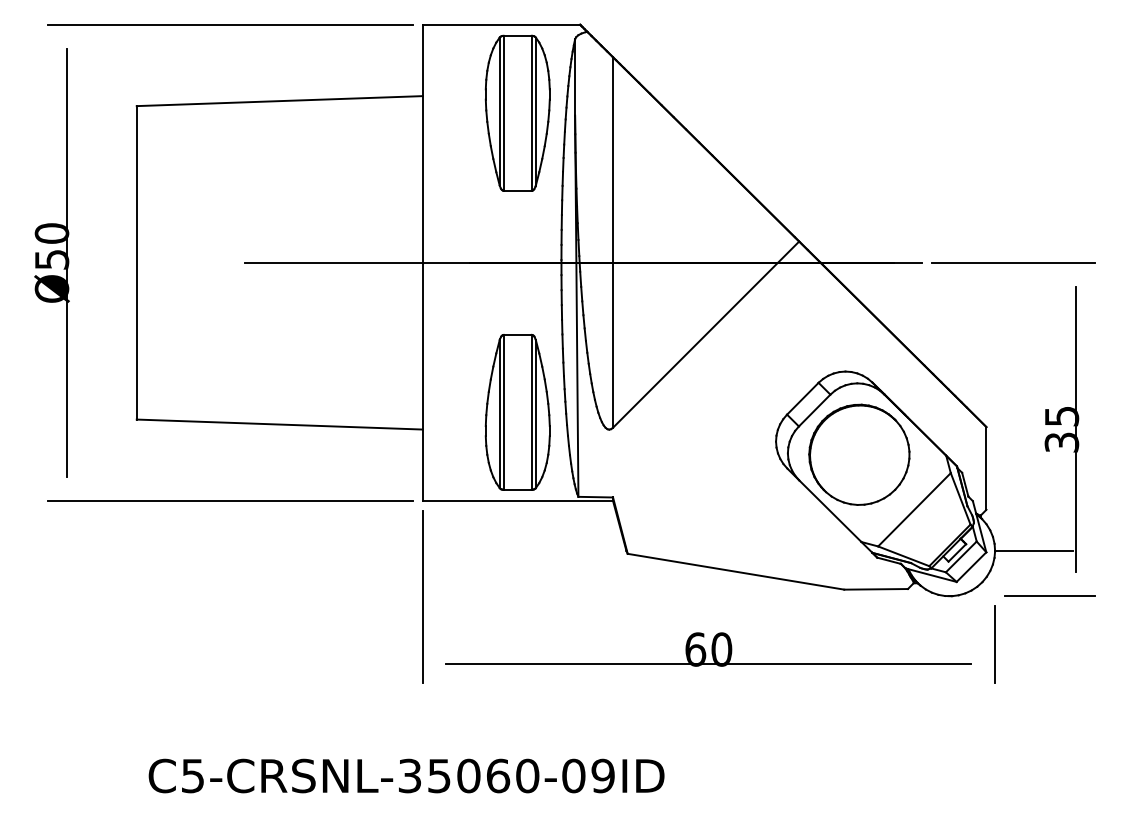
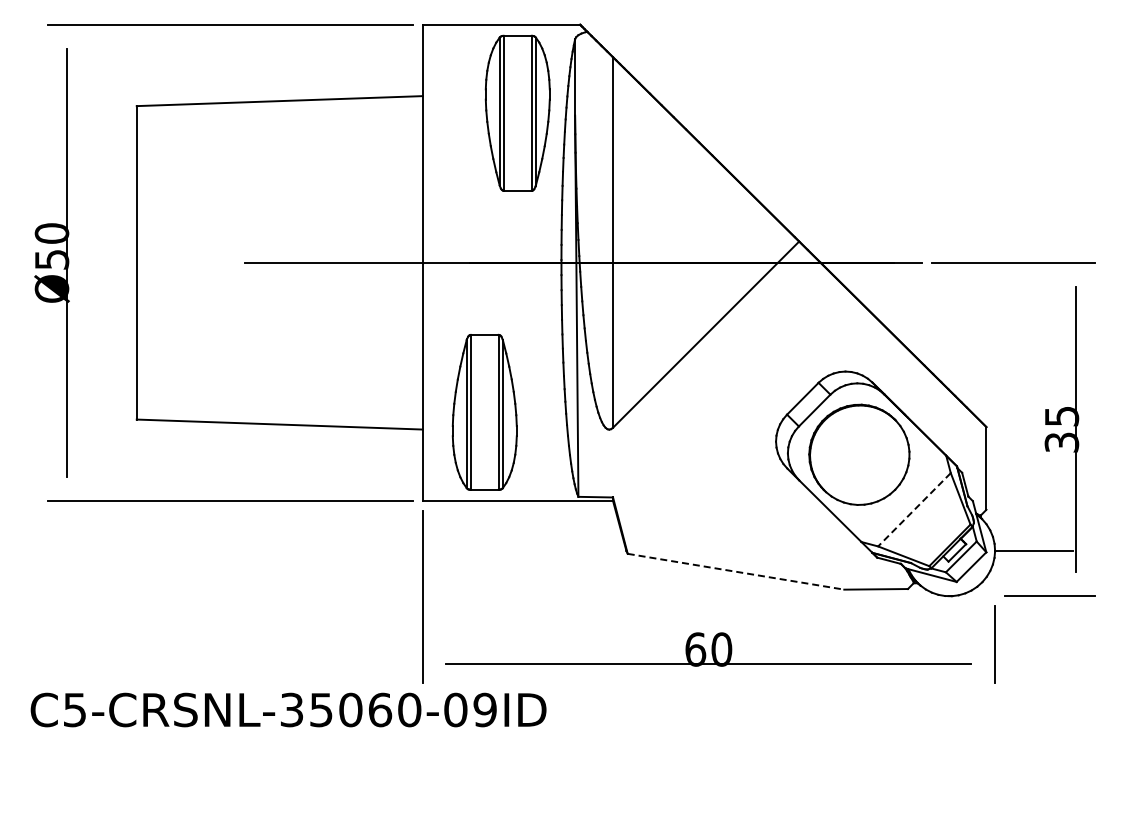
part at (517, 411) position: (517, 411) -> (484, 411)
line at (914, 509): solid -> dashed
line at (736, 571): solid -> dashed
text at (406, 775) position: (406, 775) -> (288, 709)
